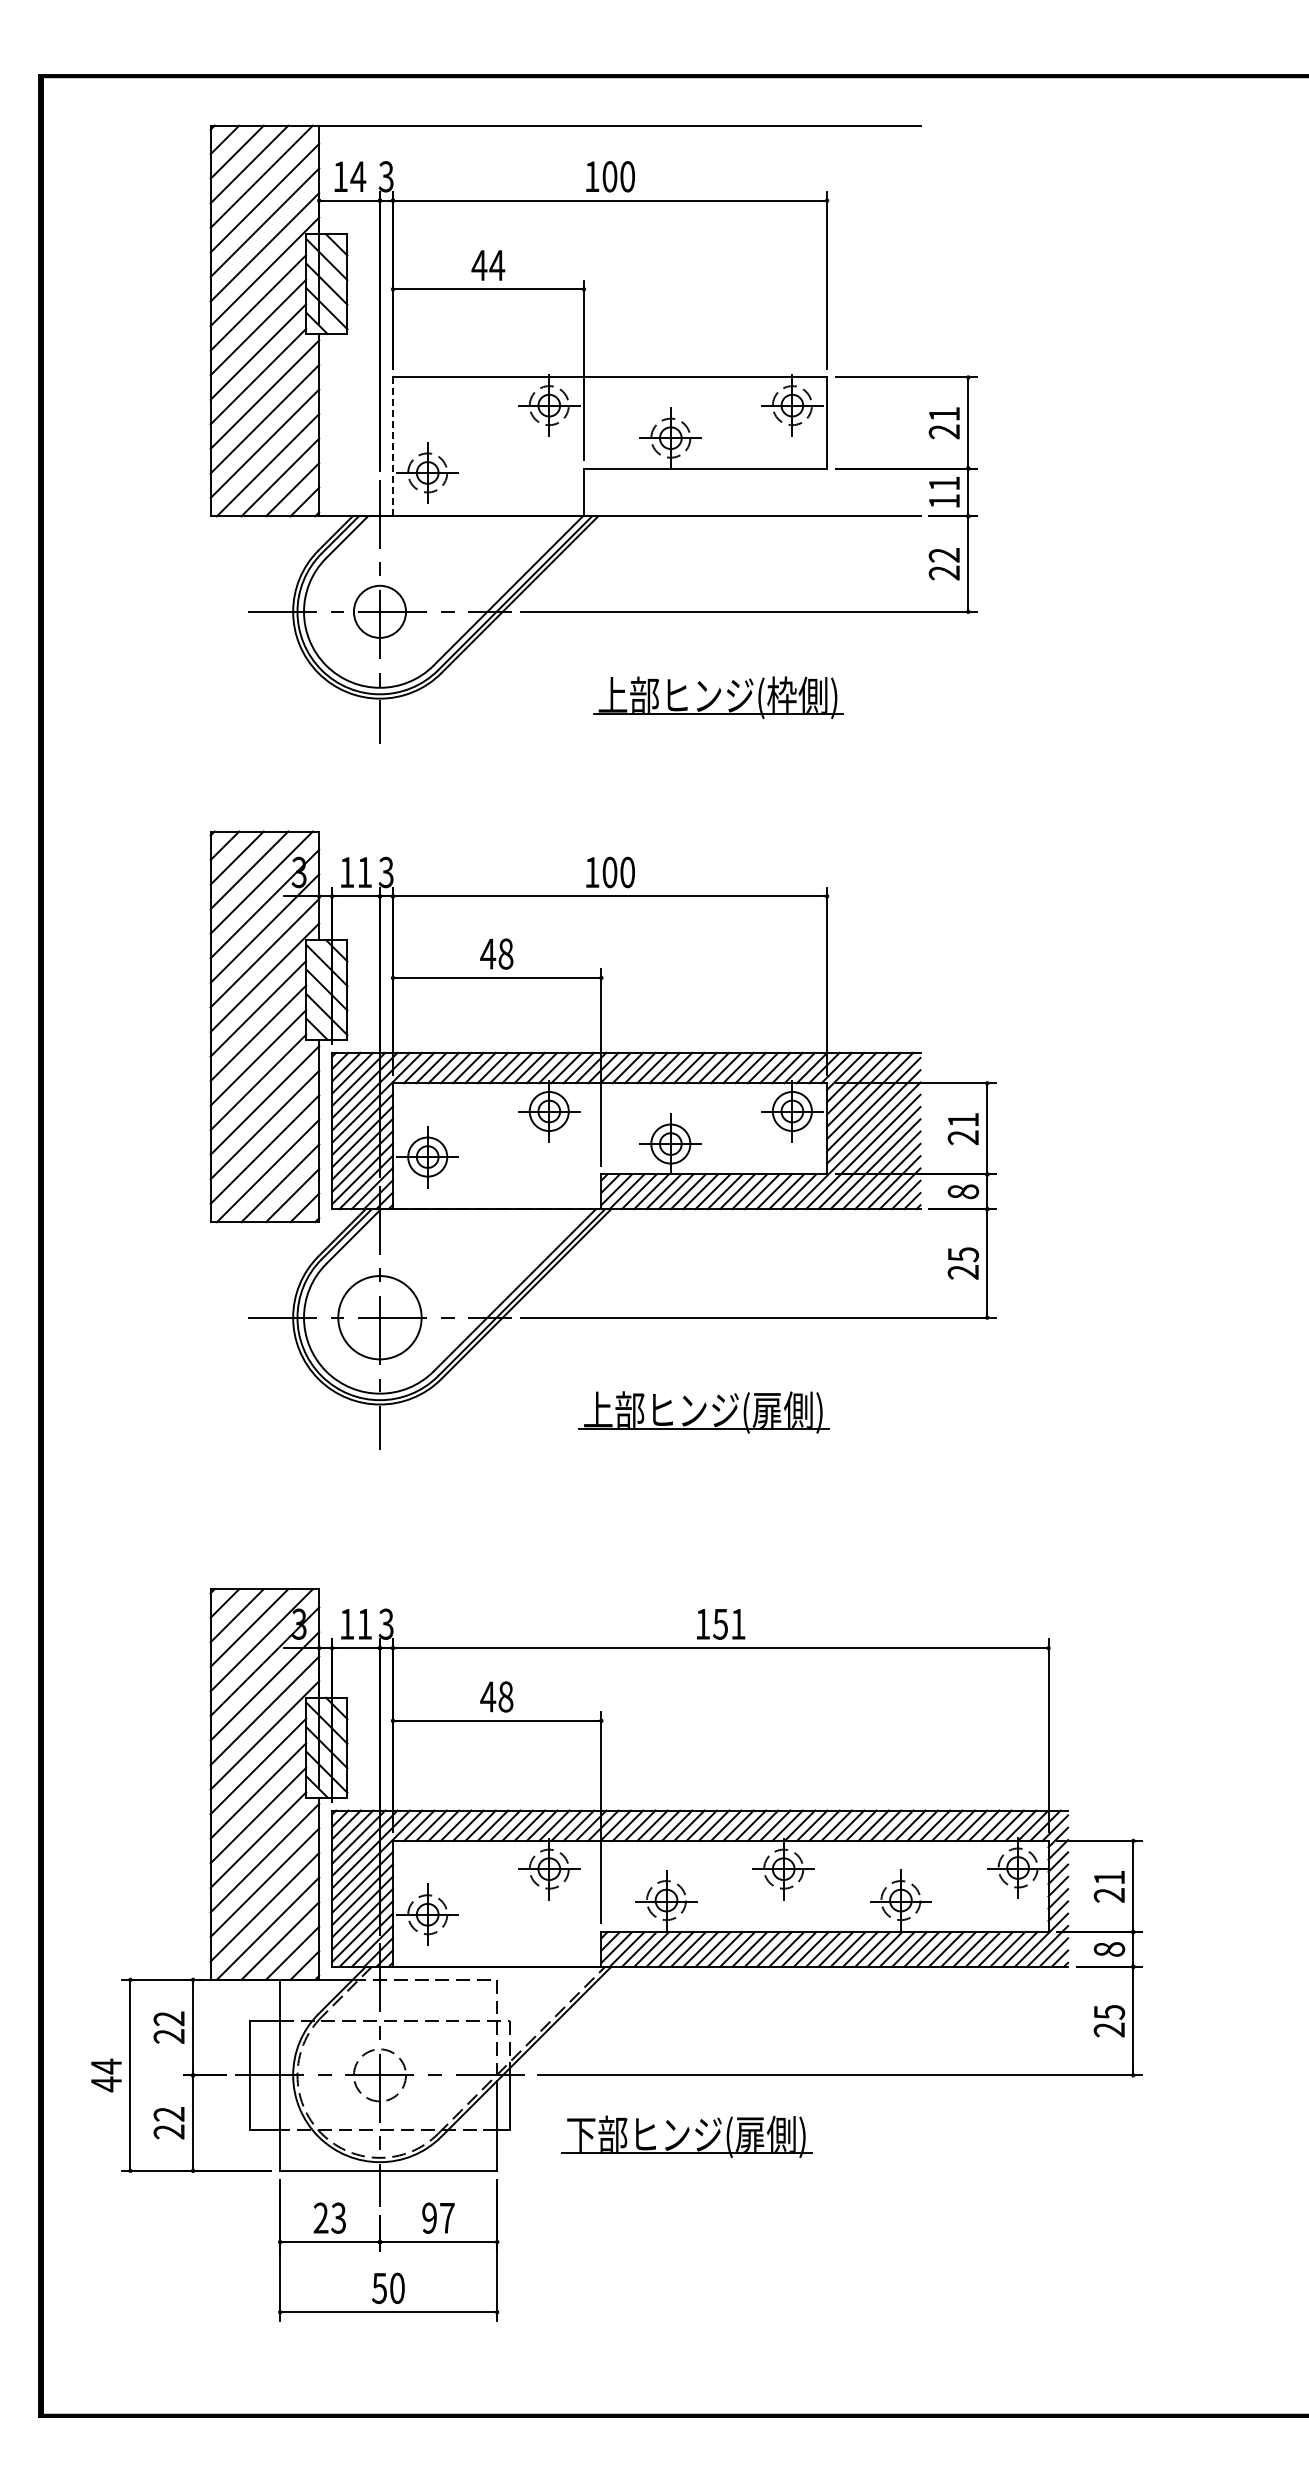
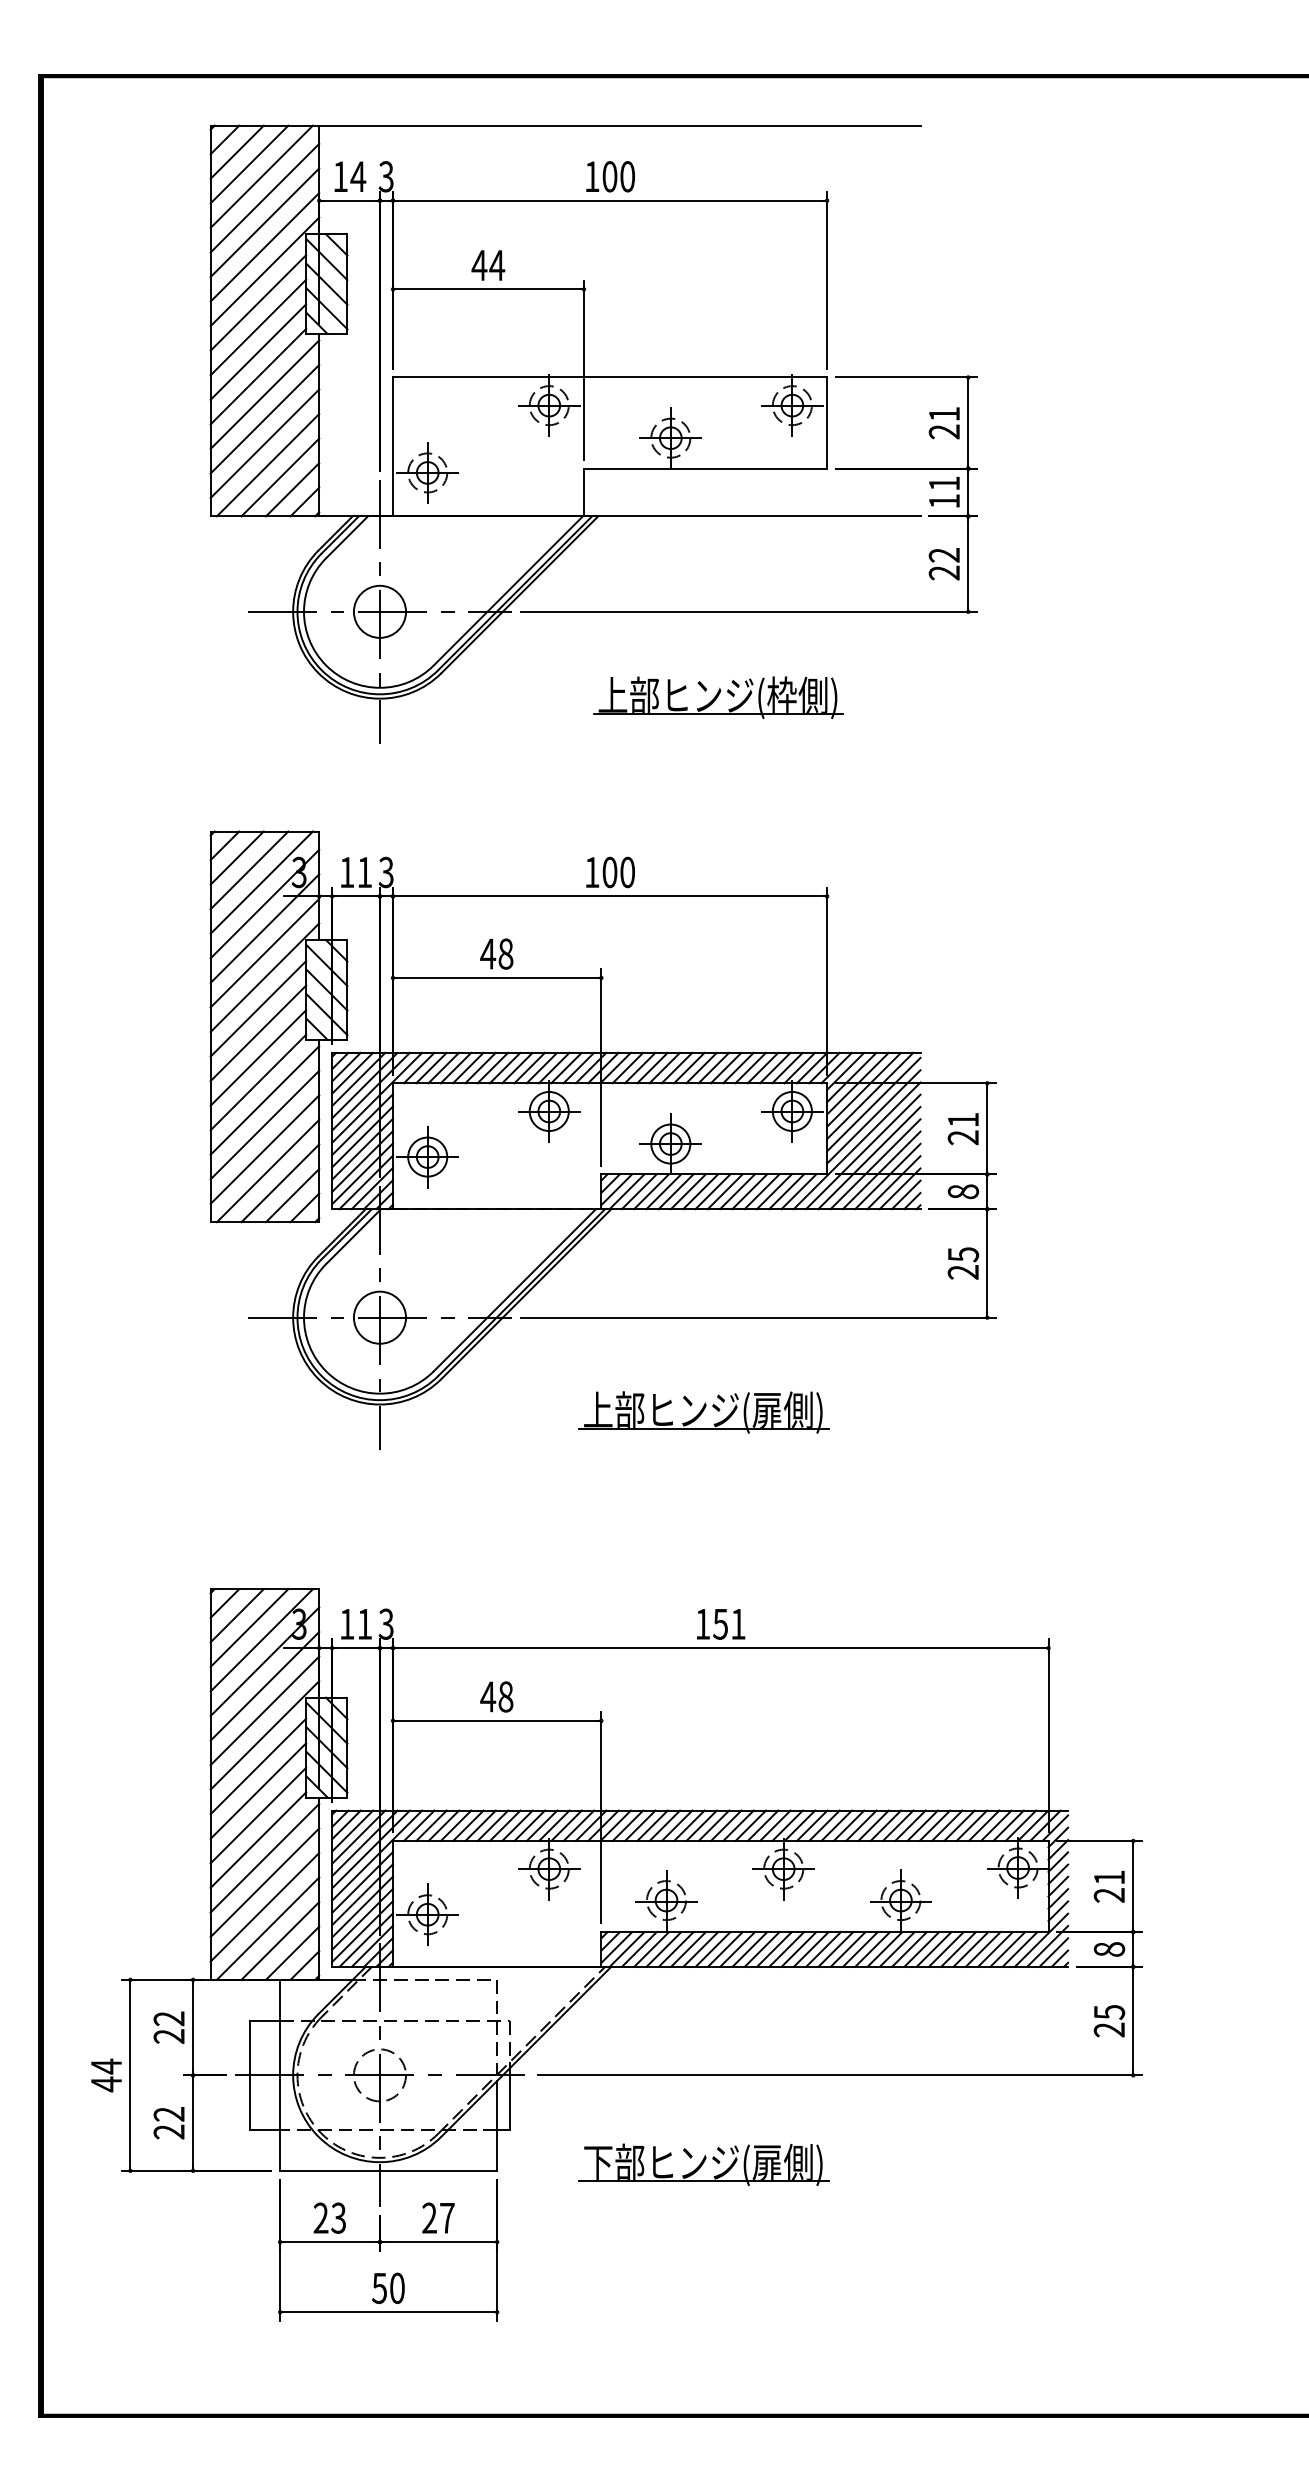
line at (393, 446): dashed -> solid
circle at (379, 1317) diameter: 83 px -> 52 px
part at (686, 2136) position: (686, 2136) -> (703, 2164)
text at (429, 2218): 97 -> 27
